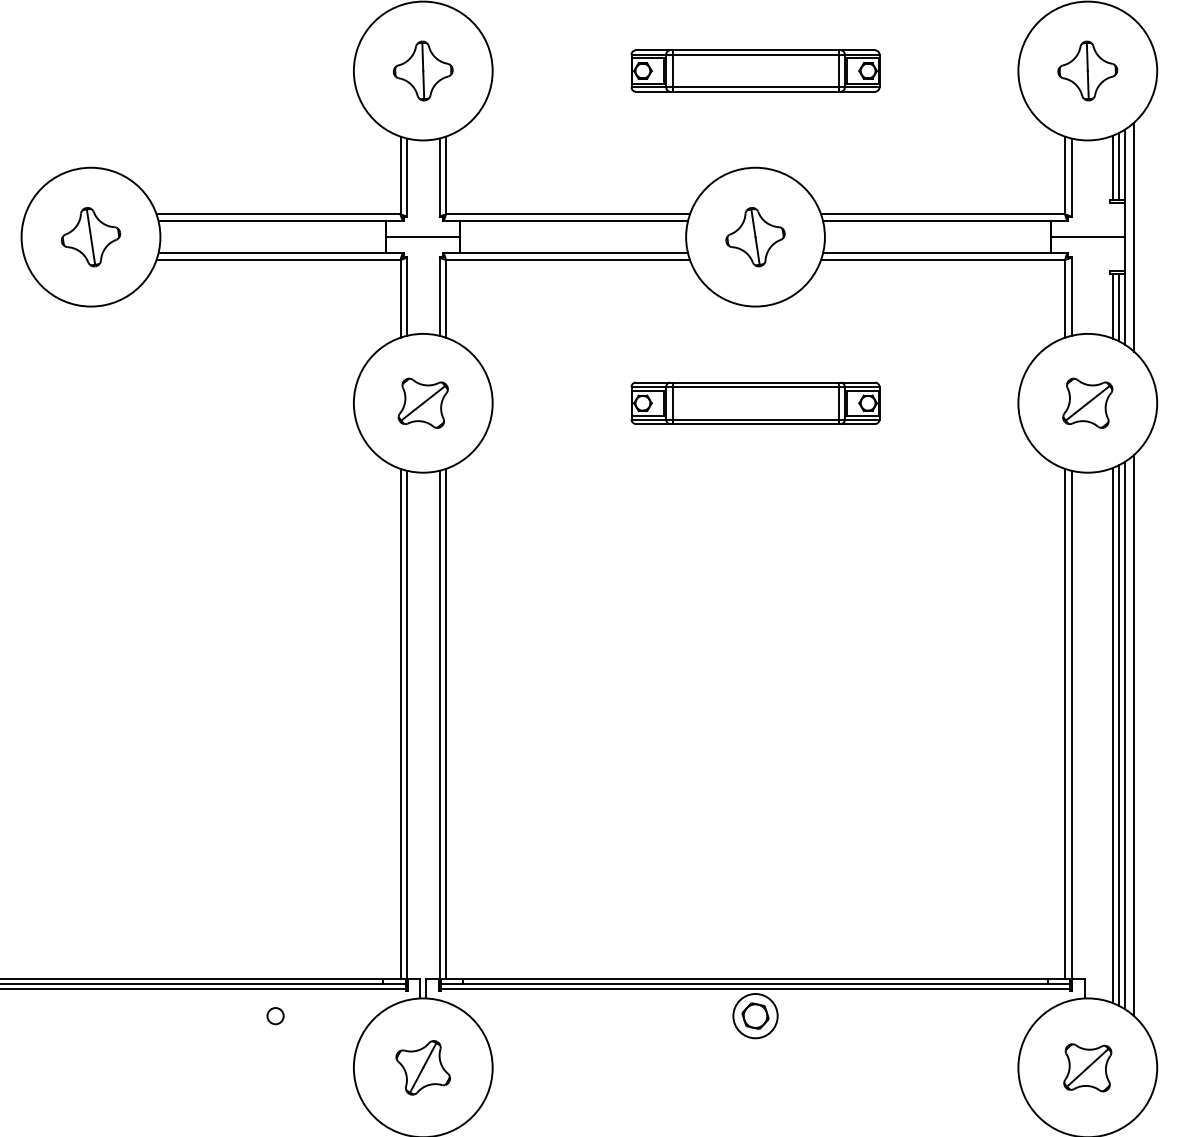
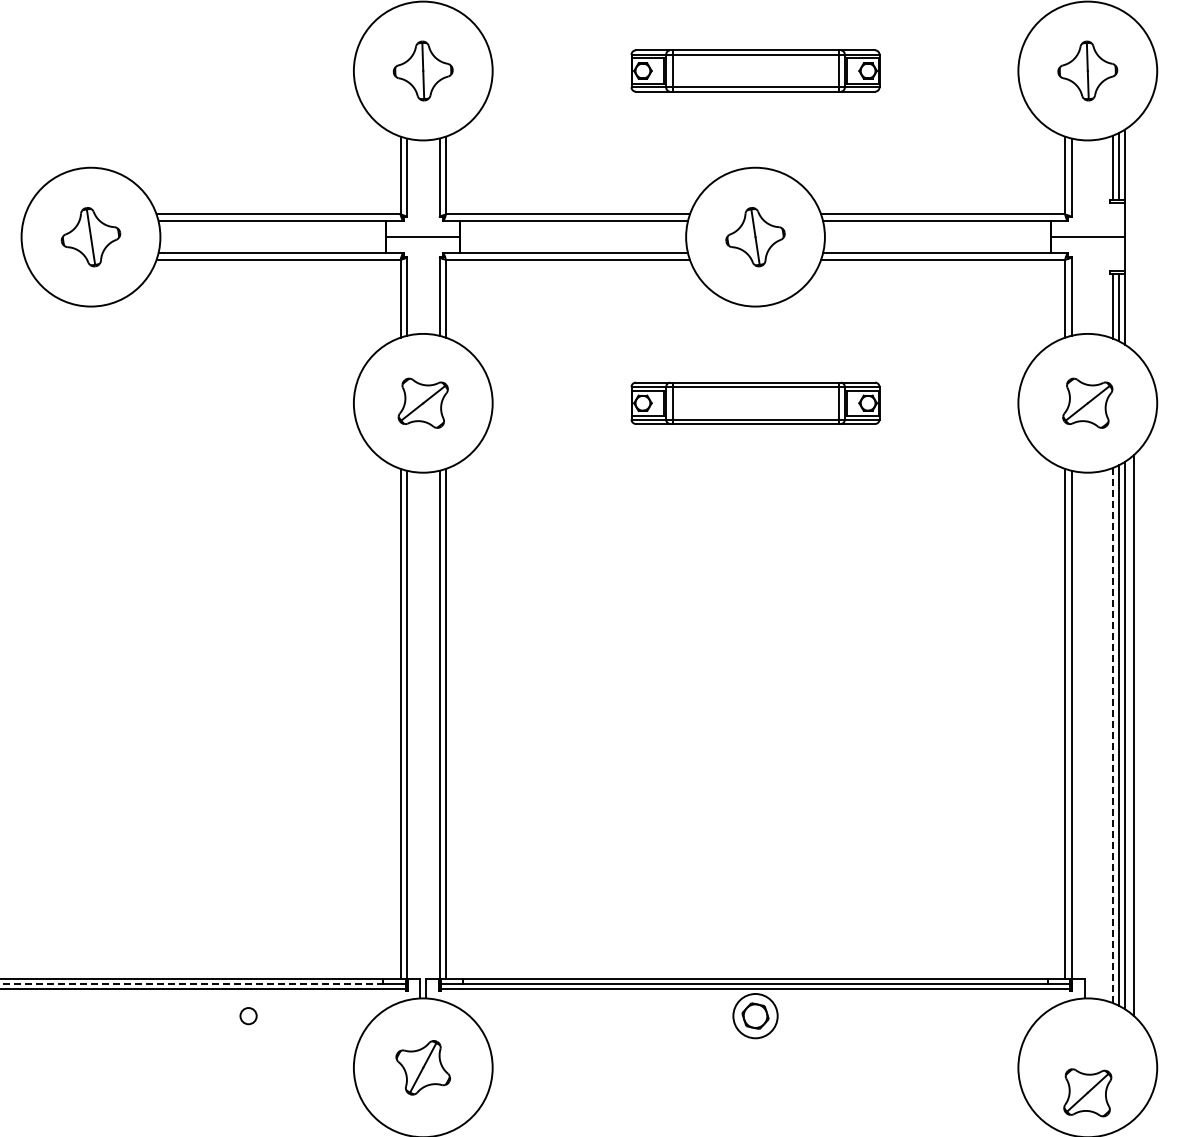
line at (1134, 236): present -> none
line at (1112, 735): solid -> dashed
line at (192, 983): solid -> dashed
circle at (275, 1016) position: (275, 1016) -> (248, 1016)
part at (1087, 1067) position: (1087, 1067) -> (1087, 1092)
